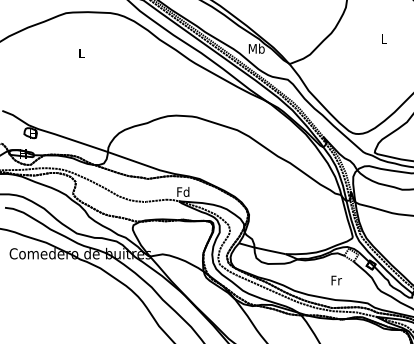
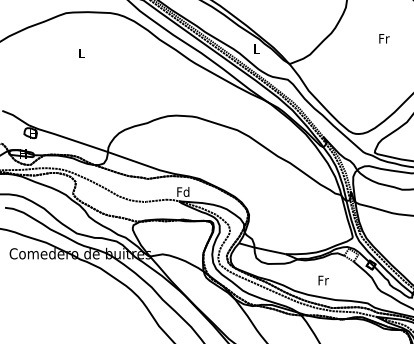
text at (384, 38): L -> Fr
text at (256, 48): Mb -> L
text at (336, 280) position: (336, 280) -> (323, 280)
